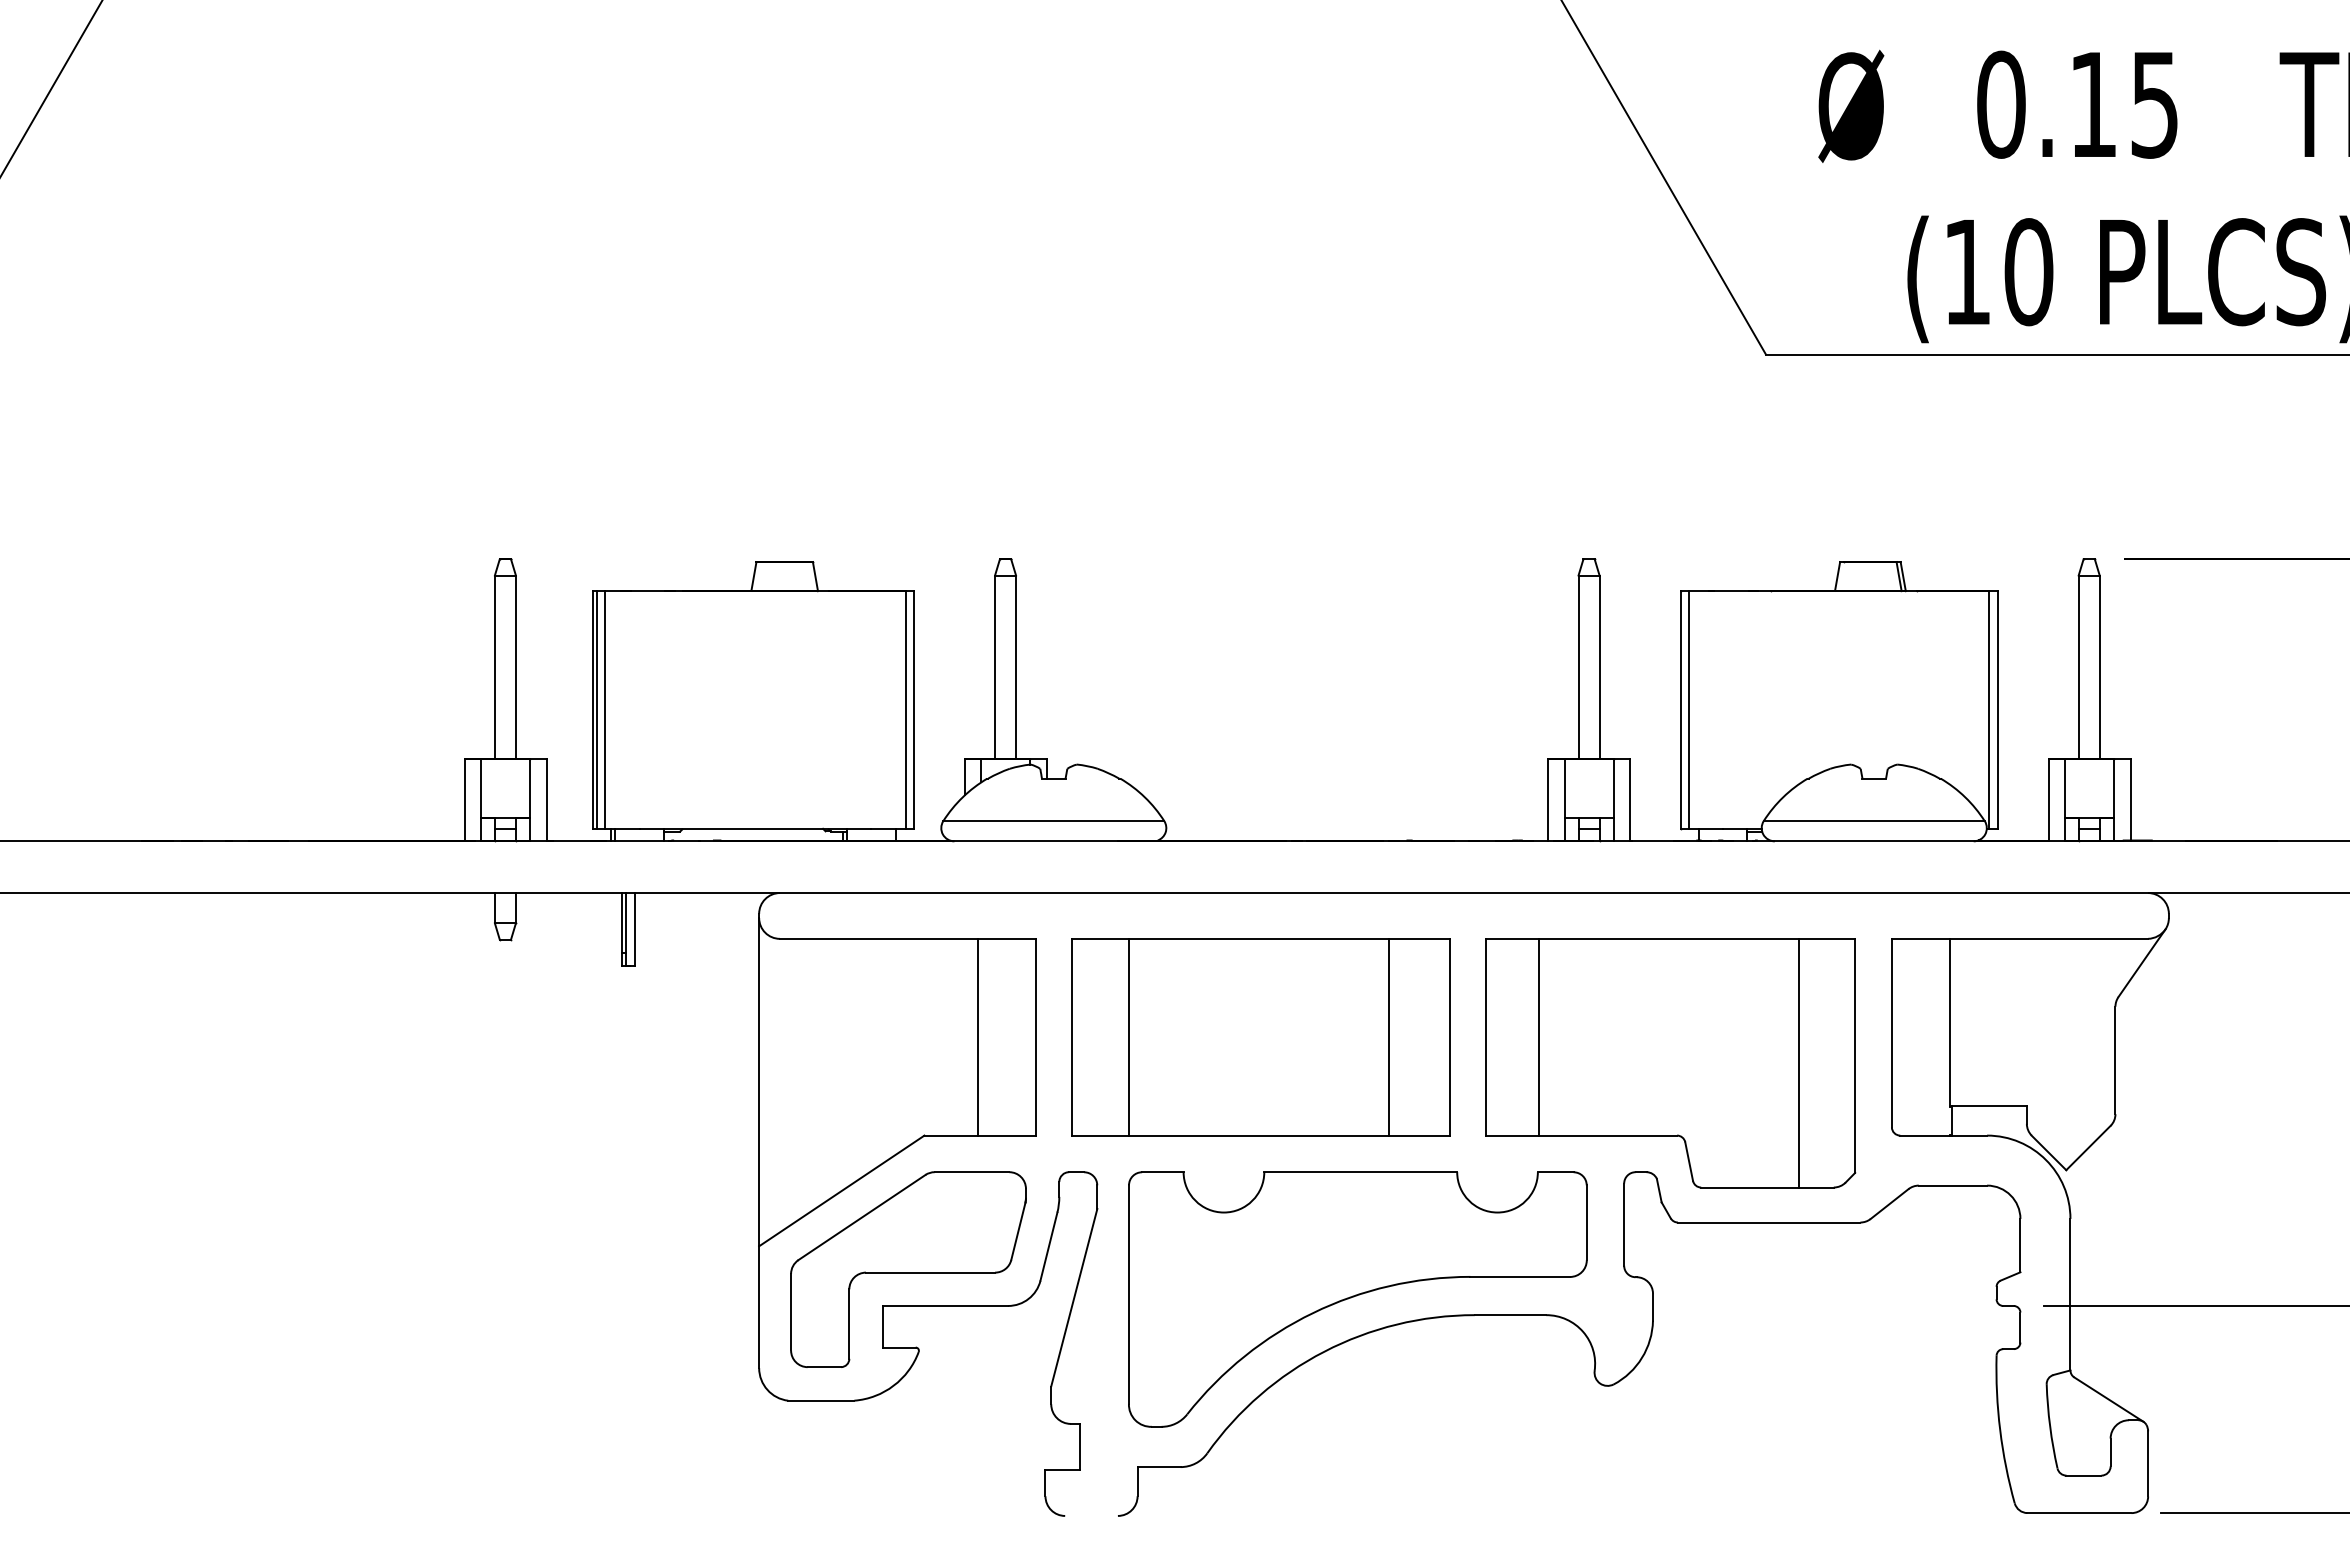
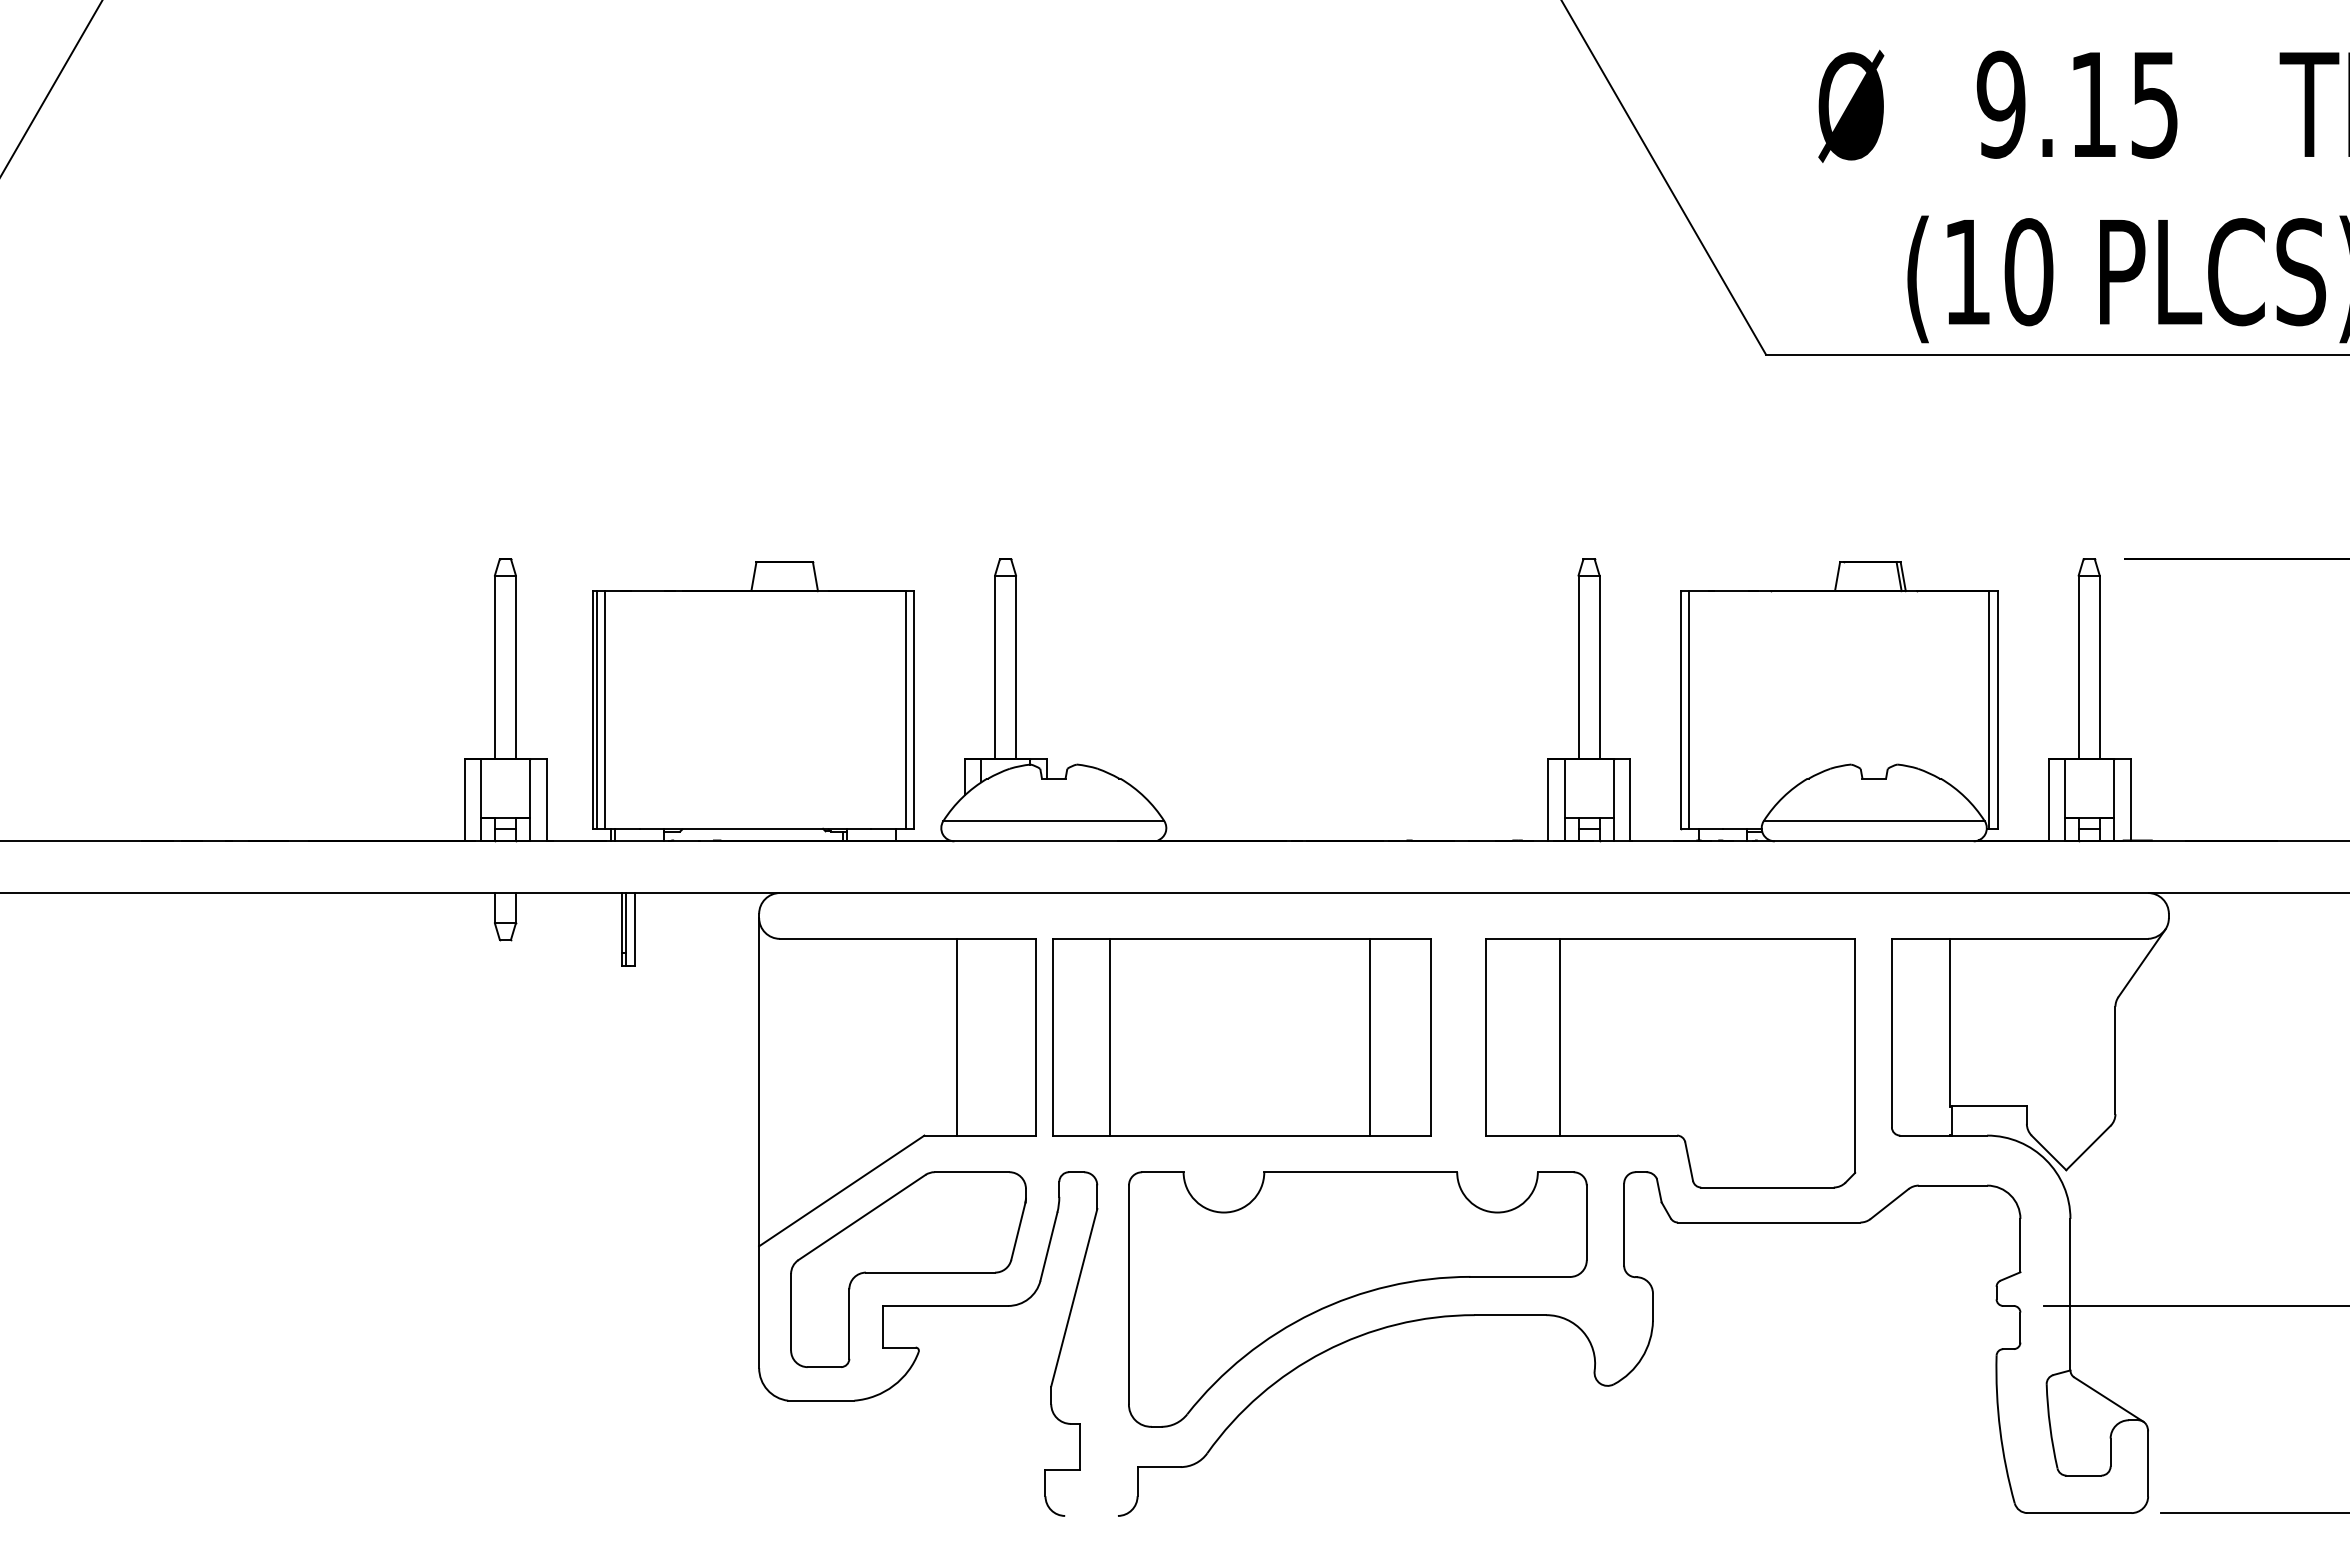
text at (2000, 104): 0.15 -> 9.15
line at (978, 1036) position: (978, 1036) -> (957, 1036)
line at (1539, 1036) position: (1539, 1036) -> (1560, 1036)
part at (1260, 1037) position: (1260, 1037) -> (1241, 1037)
line at (1798, 1062): present -> none
